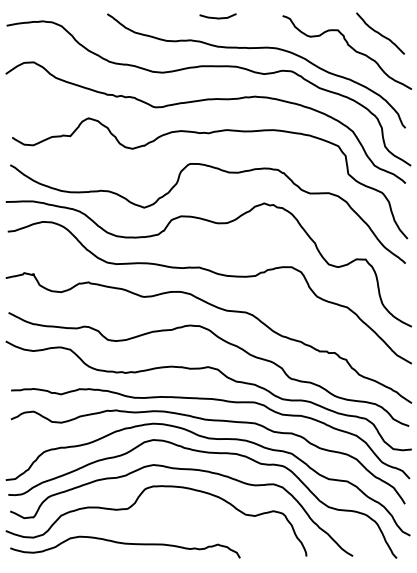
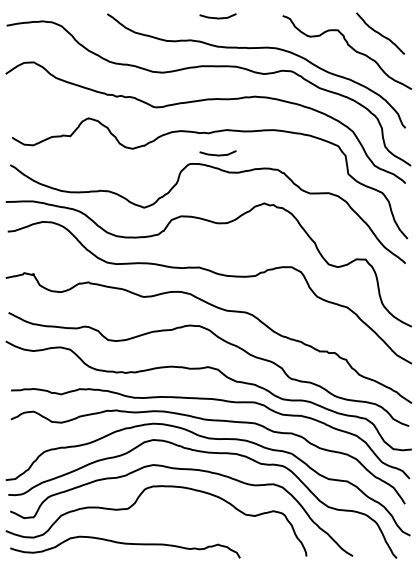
curve at (217, 154): none -> present
